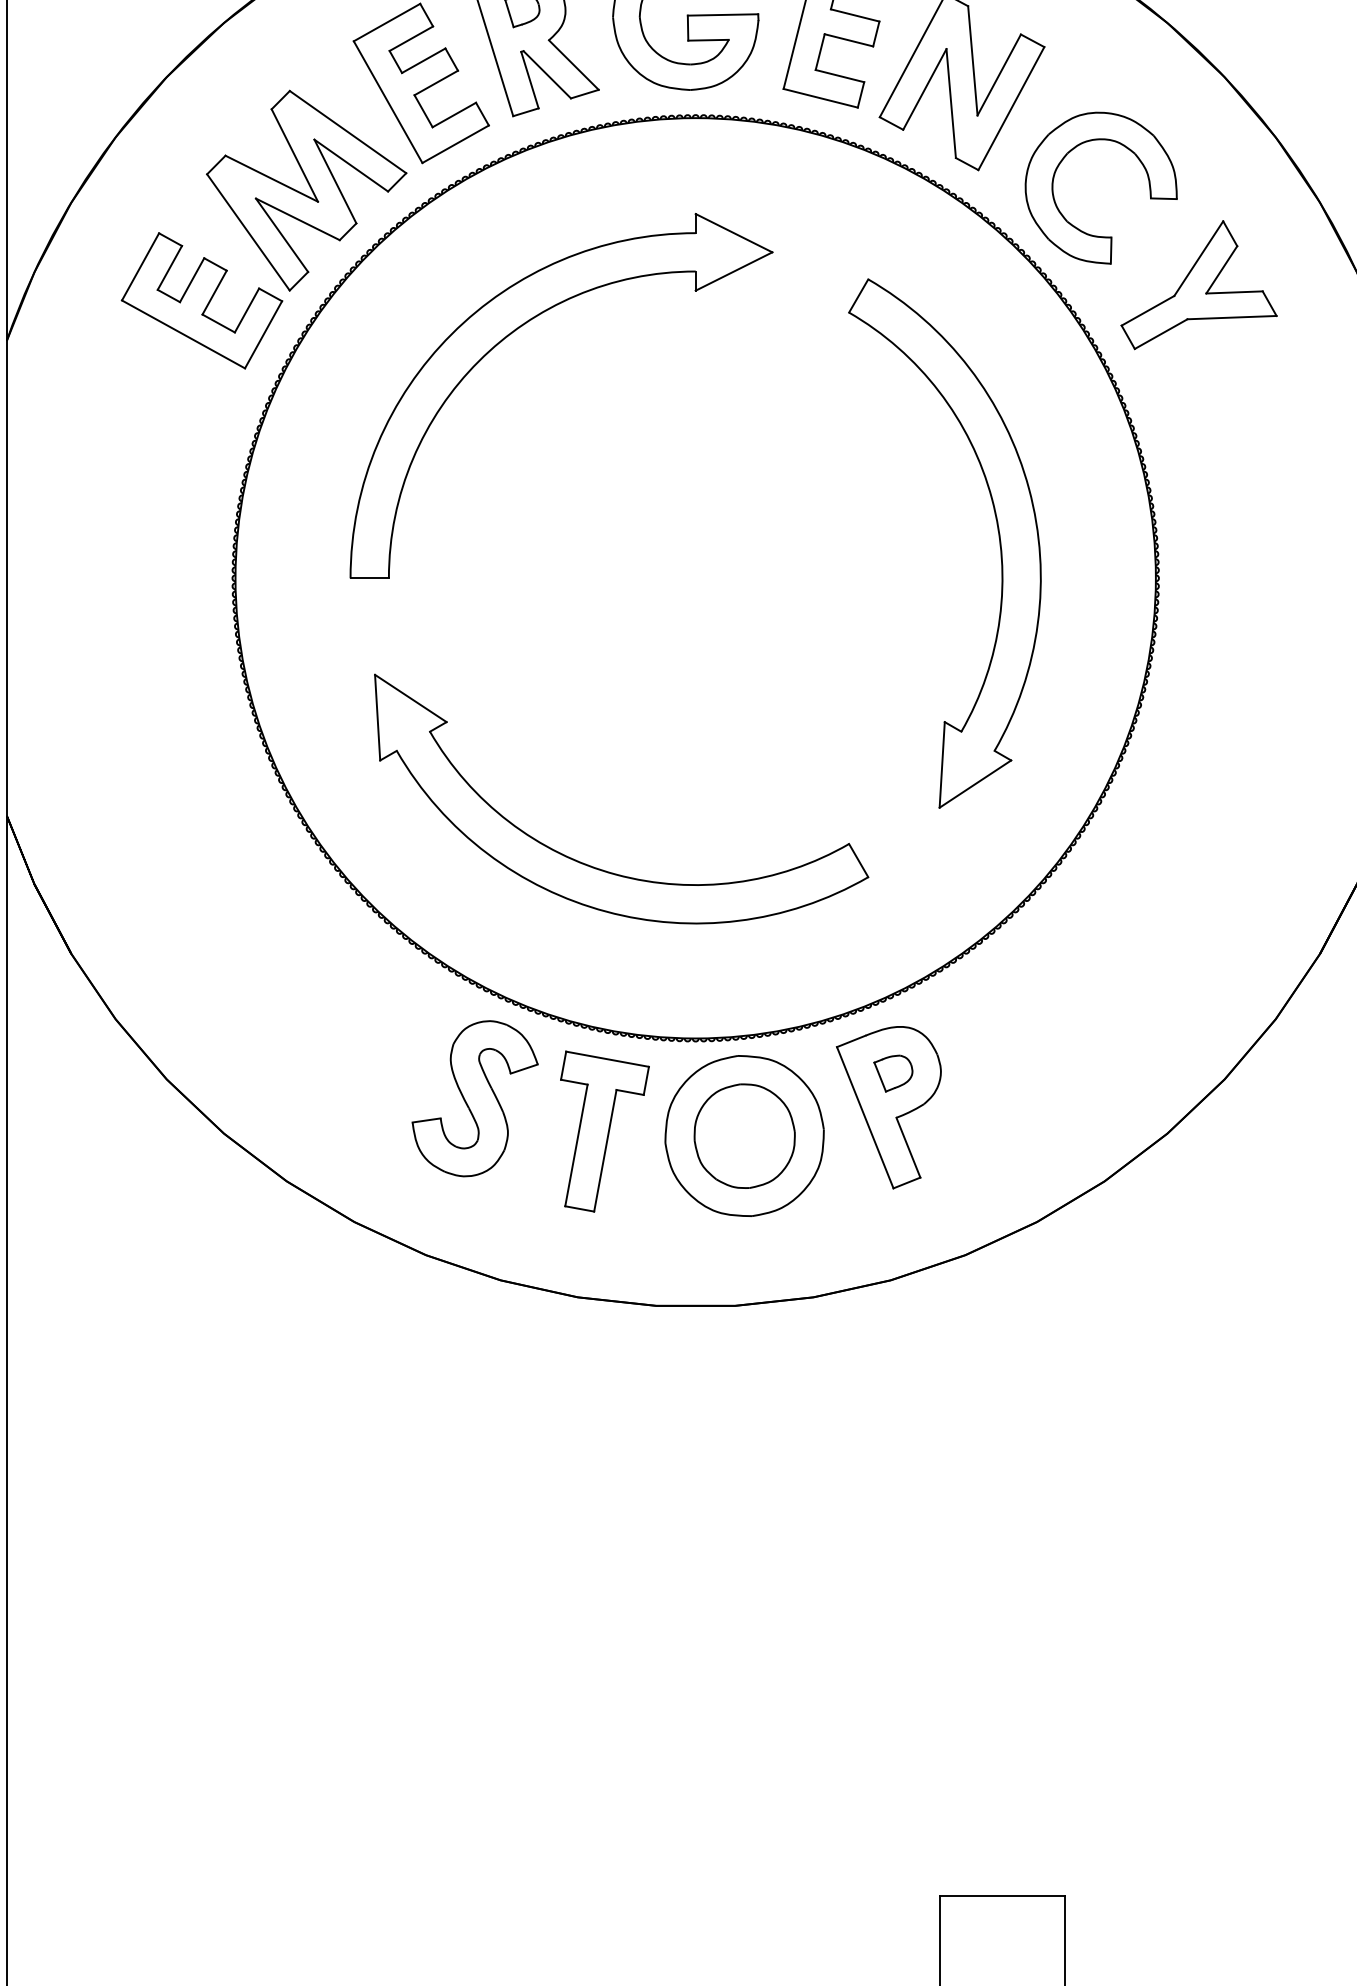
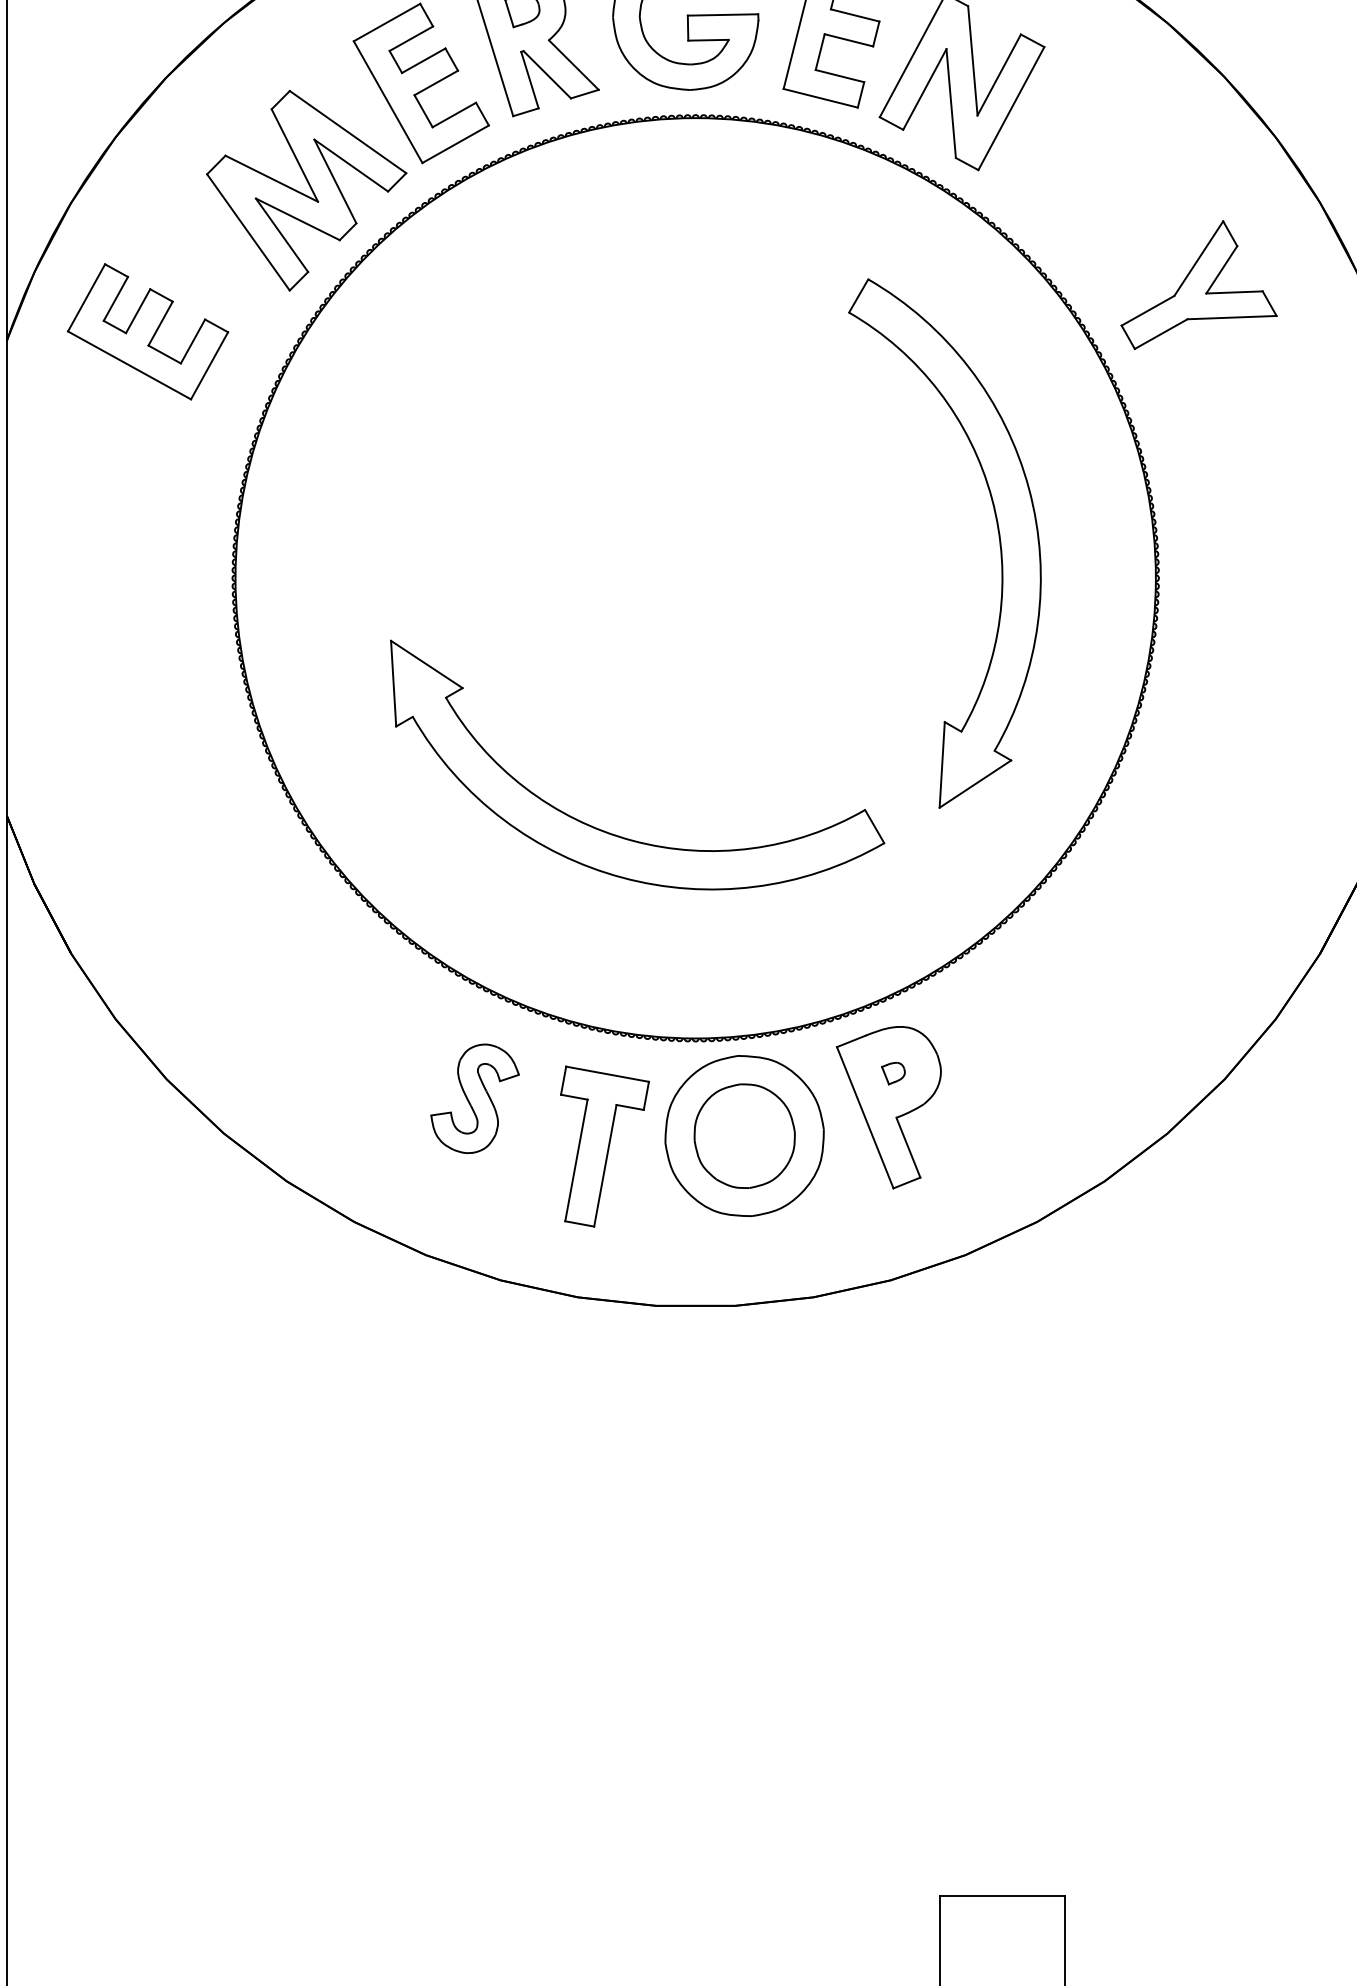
part at (1063, 160): present -> none
part at (201, 300) position: (201, 300) -> (147, 331)
part at (515, 331): present -> none
part at (600, 868) position: (600, 868) -> (616, 834)
part at (893, 1073) size: 41x39 px -> 25x25 px
part at (474, 1098) size: 128x158 px -> 90x111 px
part at (604, 1131) position: (604, 1131) -> (604, 1146)
